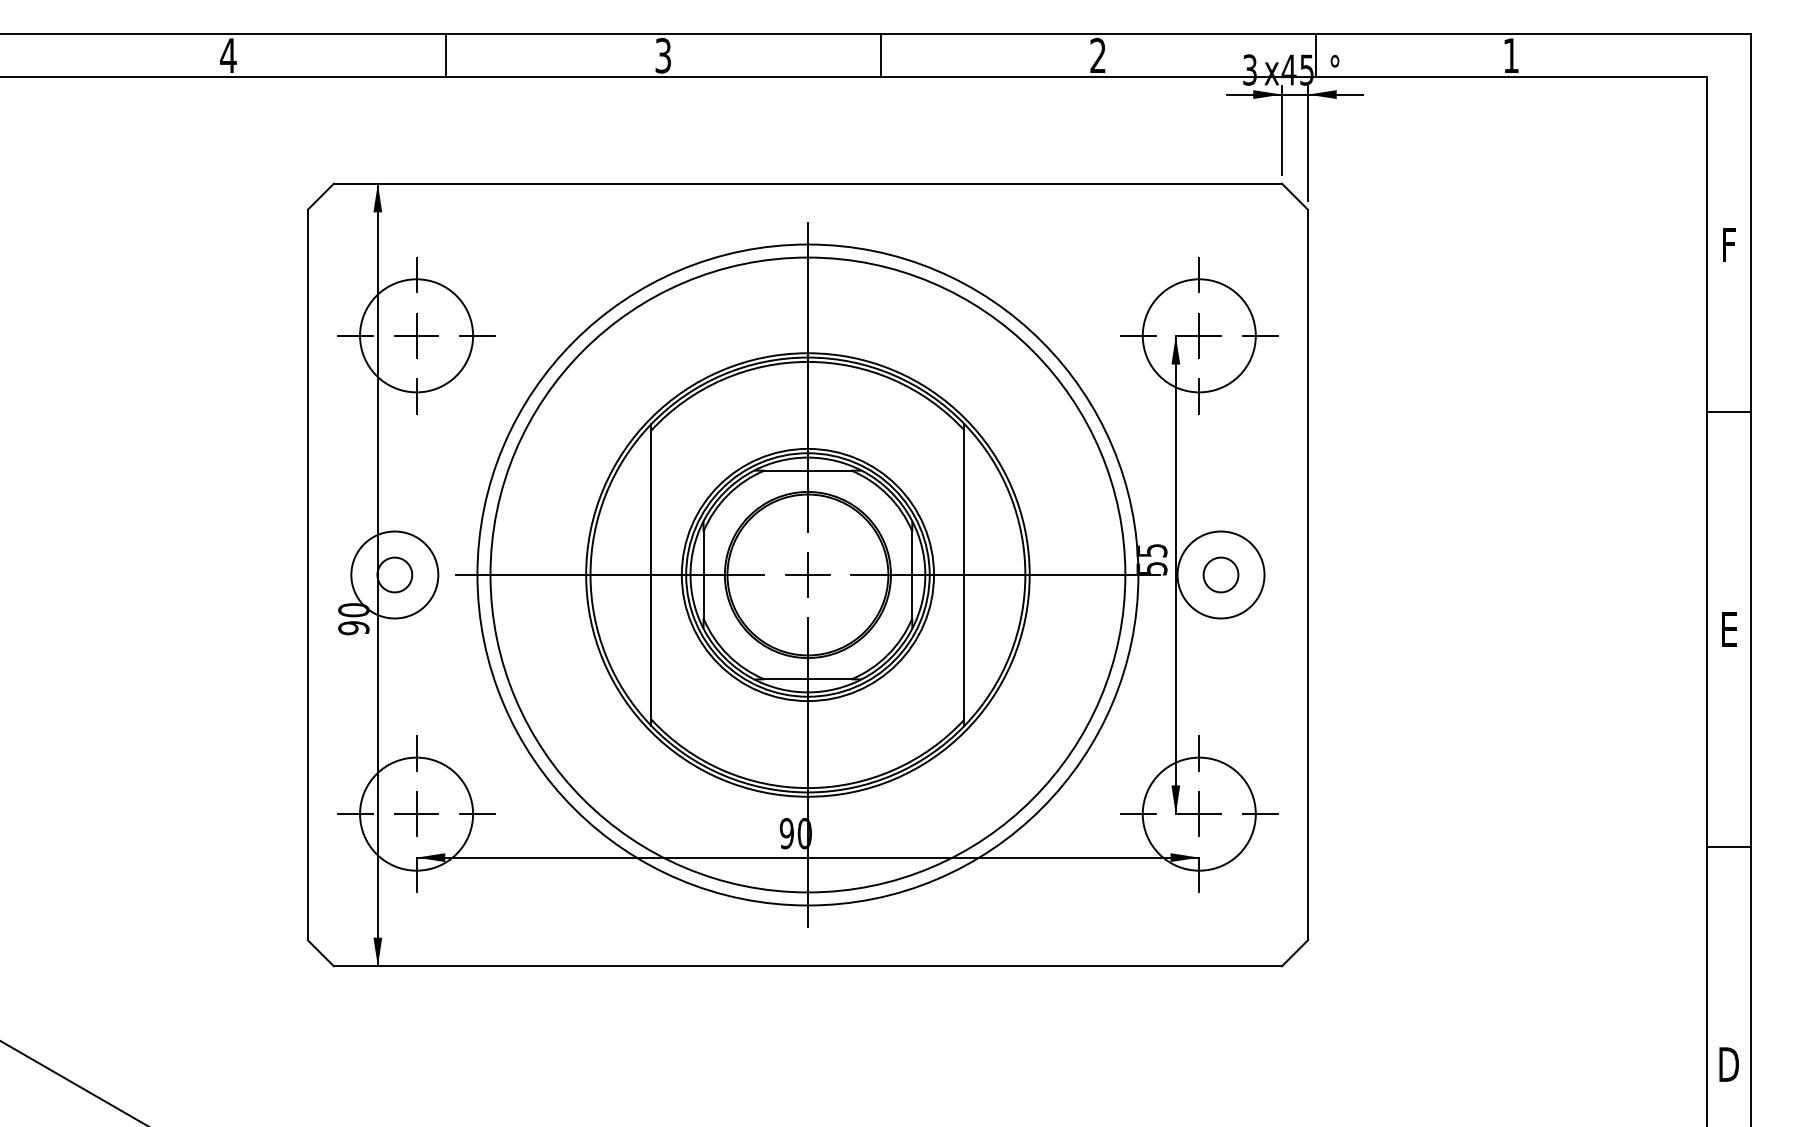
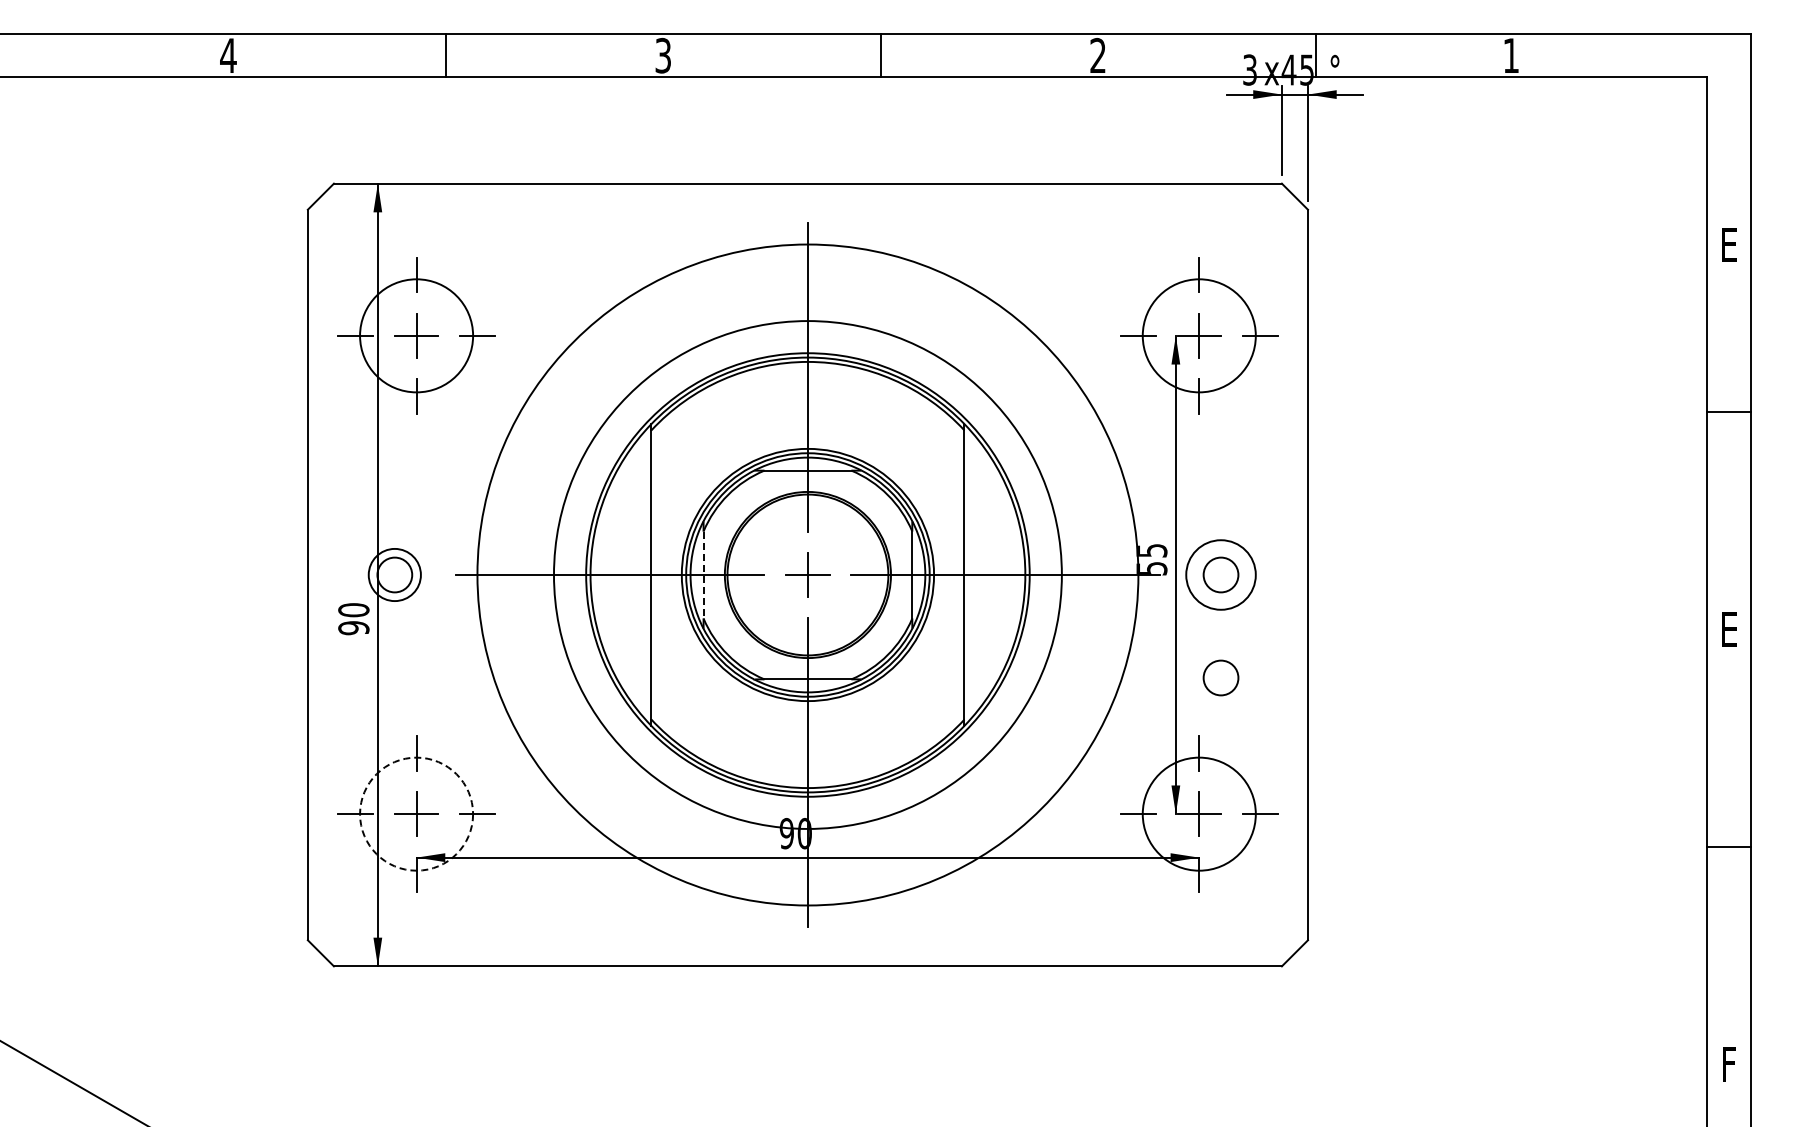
text at (1729, 244): F -> E
circle at (394, 574) diameter: 87 px -> 52 px
circle at (807, 574) diameter: 635 px -> 508 px
circle at (1220, 574) diameter: 87 px -> 70 px
line at (703, 575): solid -> dashed
circle at (1220, 677): none -> present
circle at (416, 813): solid -> dashed
text at (1728, 1064): D -> F
